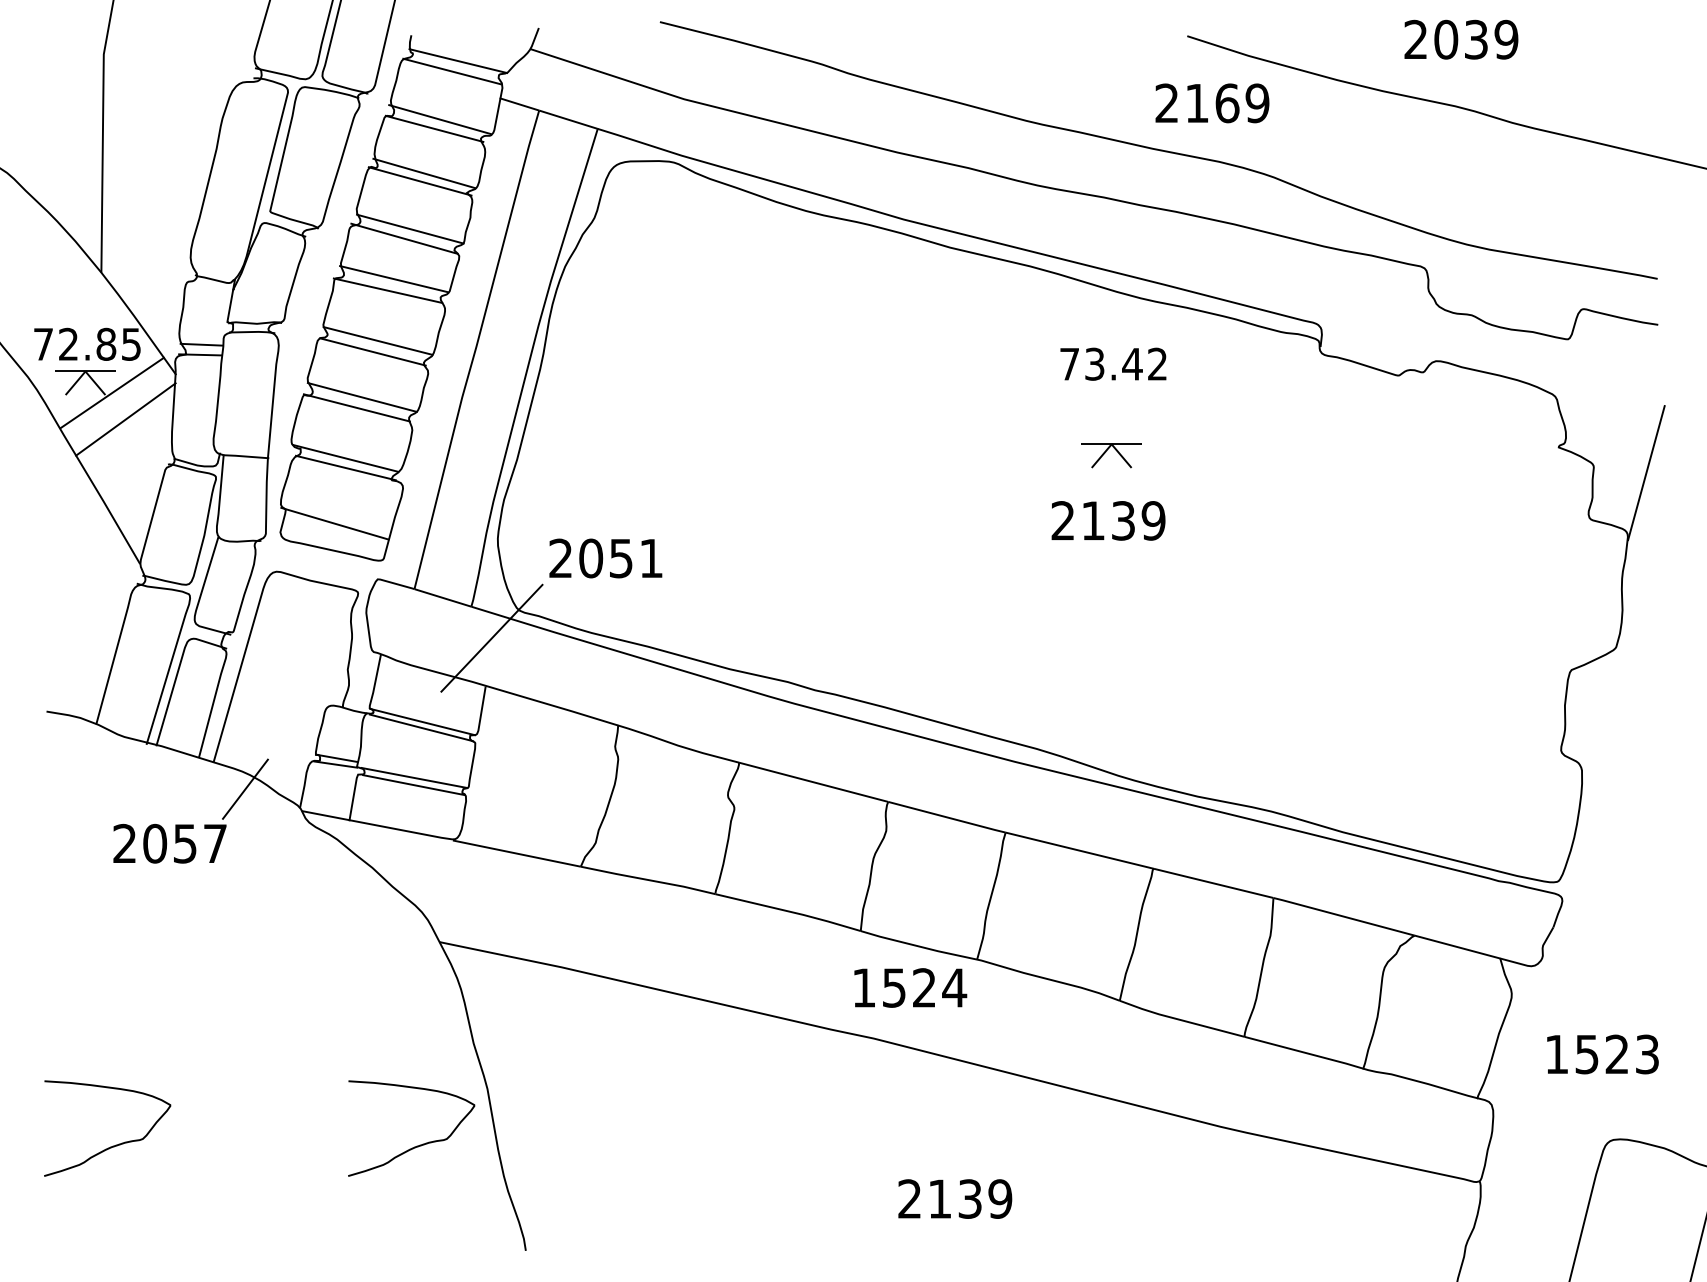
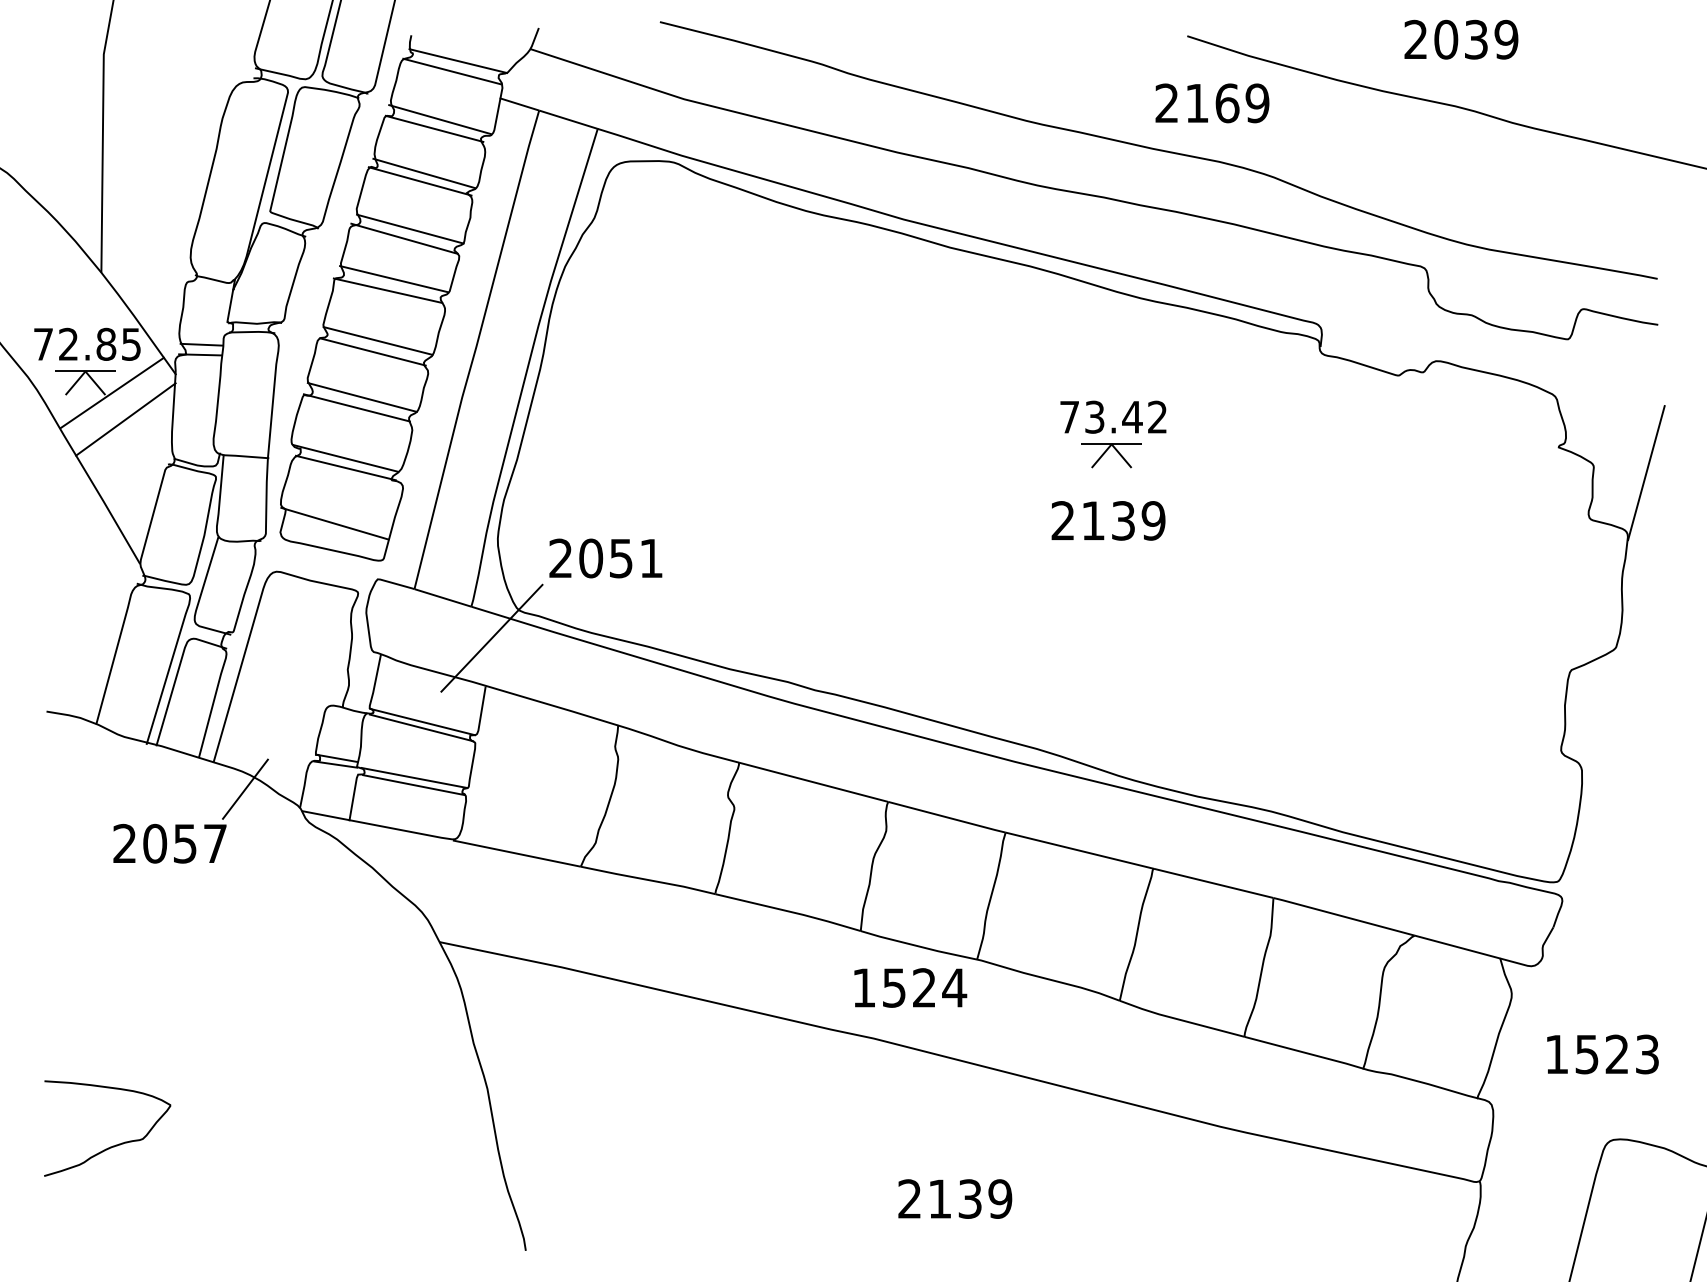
text at (1113, 363) position: (1113, 363) -> (1113, 416)
curve at (417, 1145): present -> none
